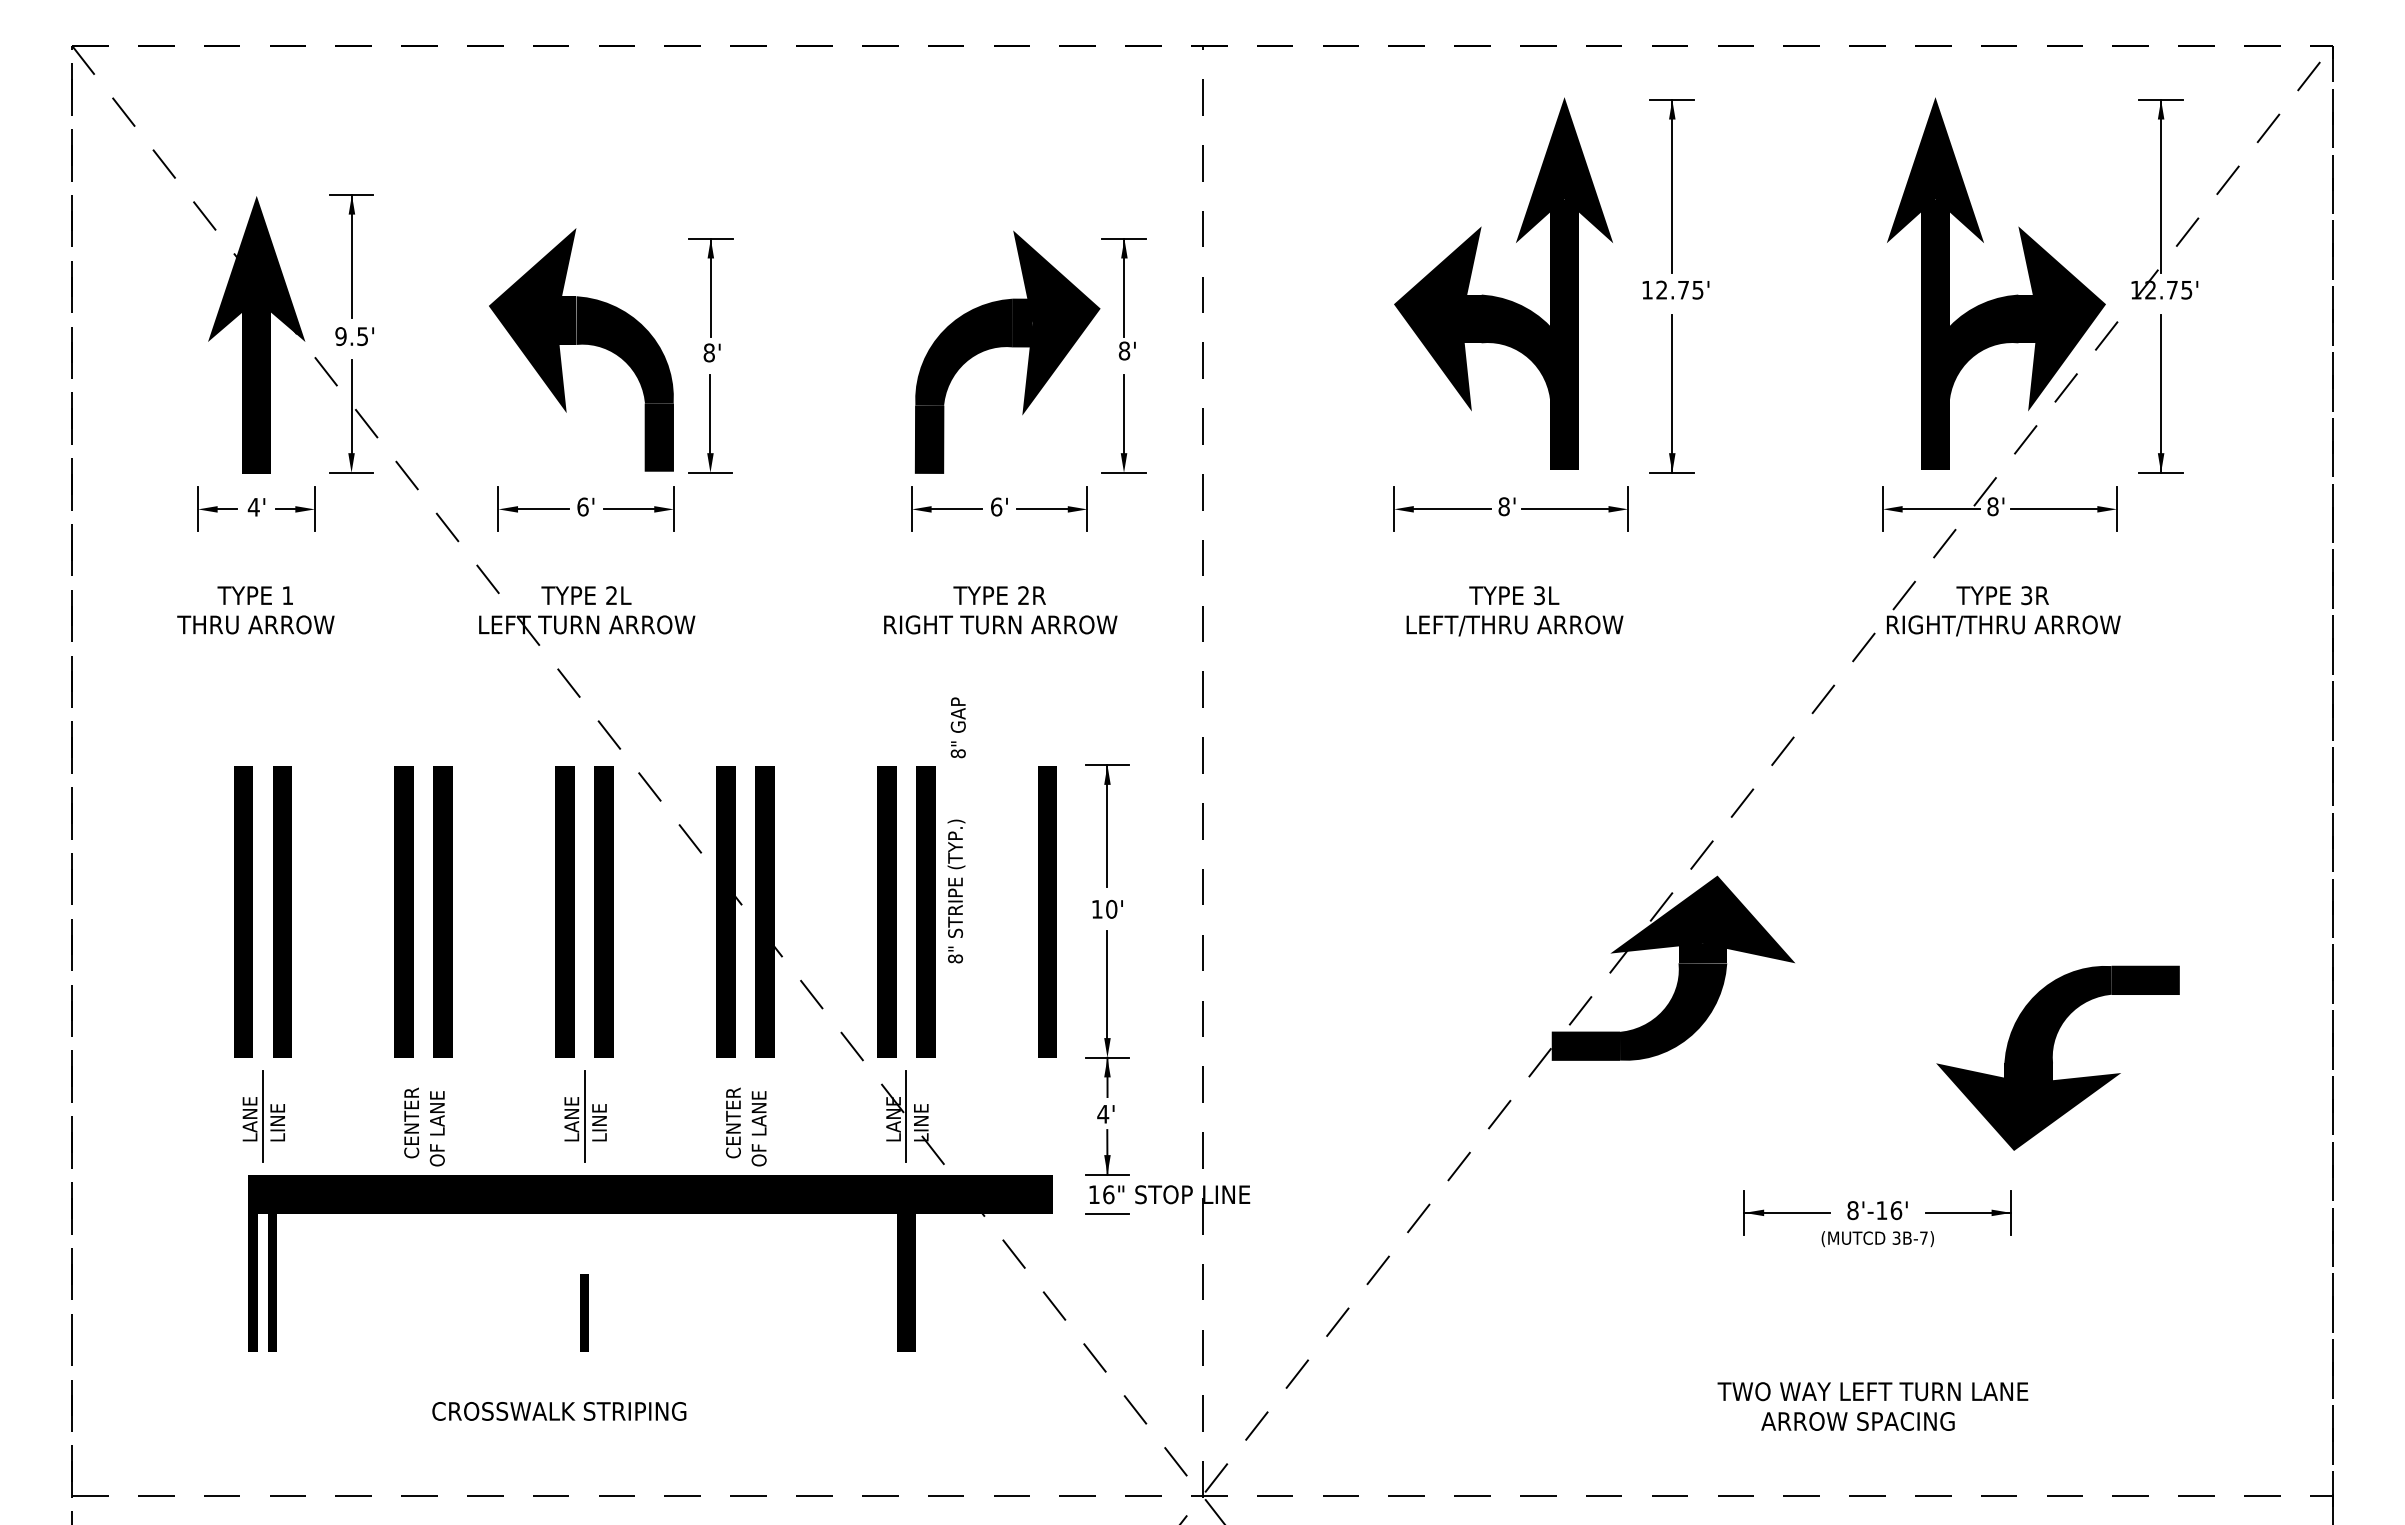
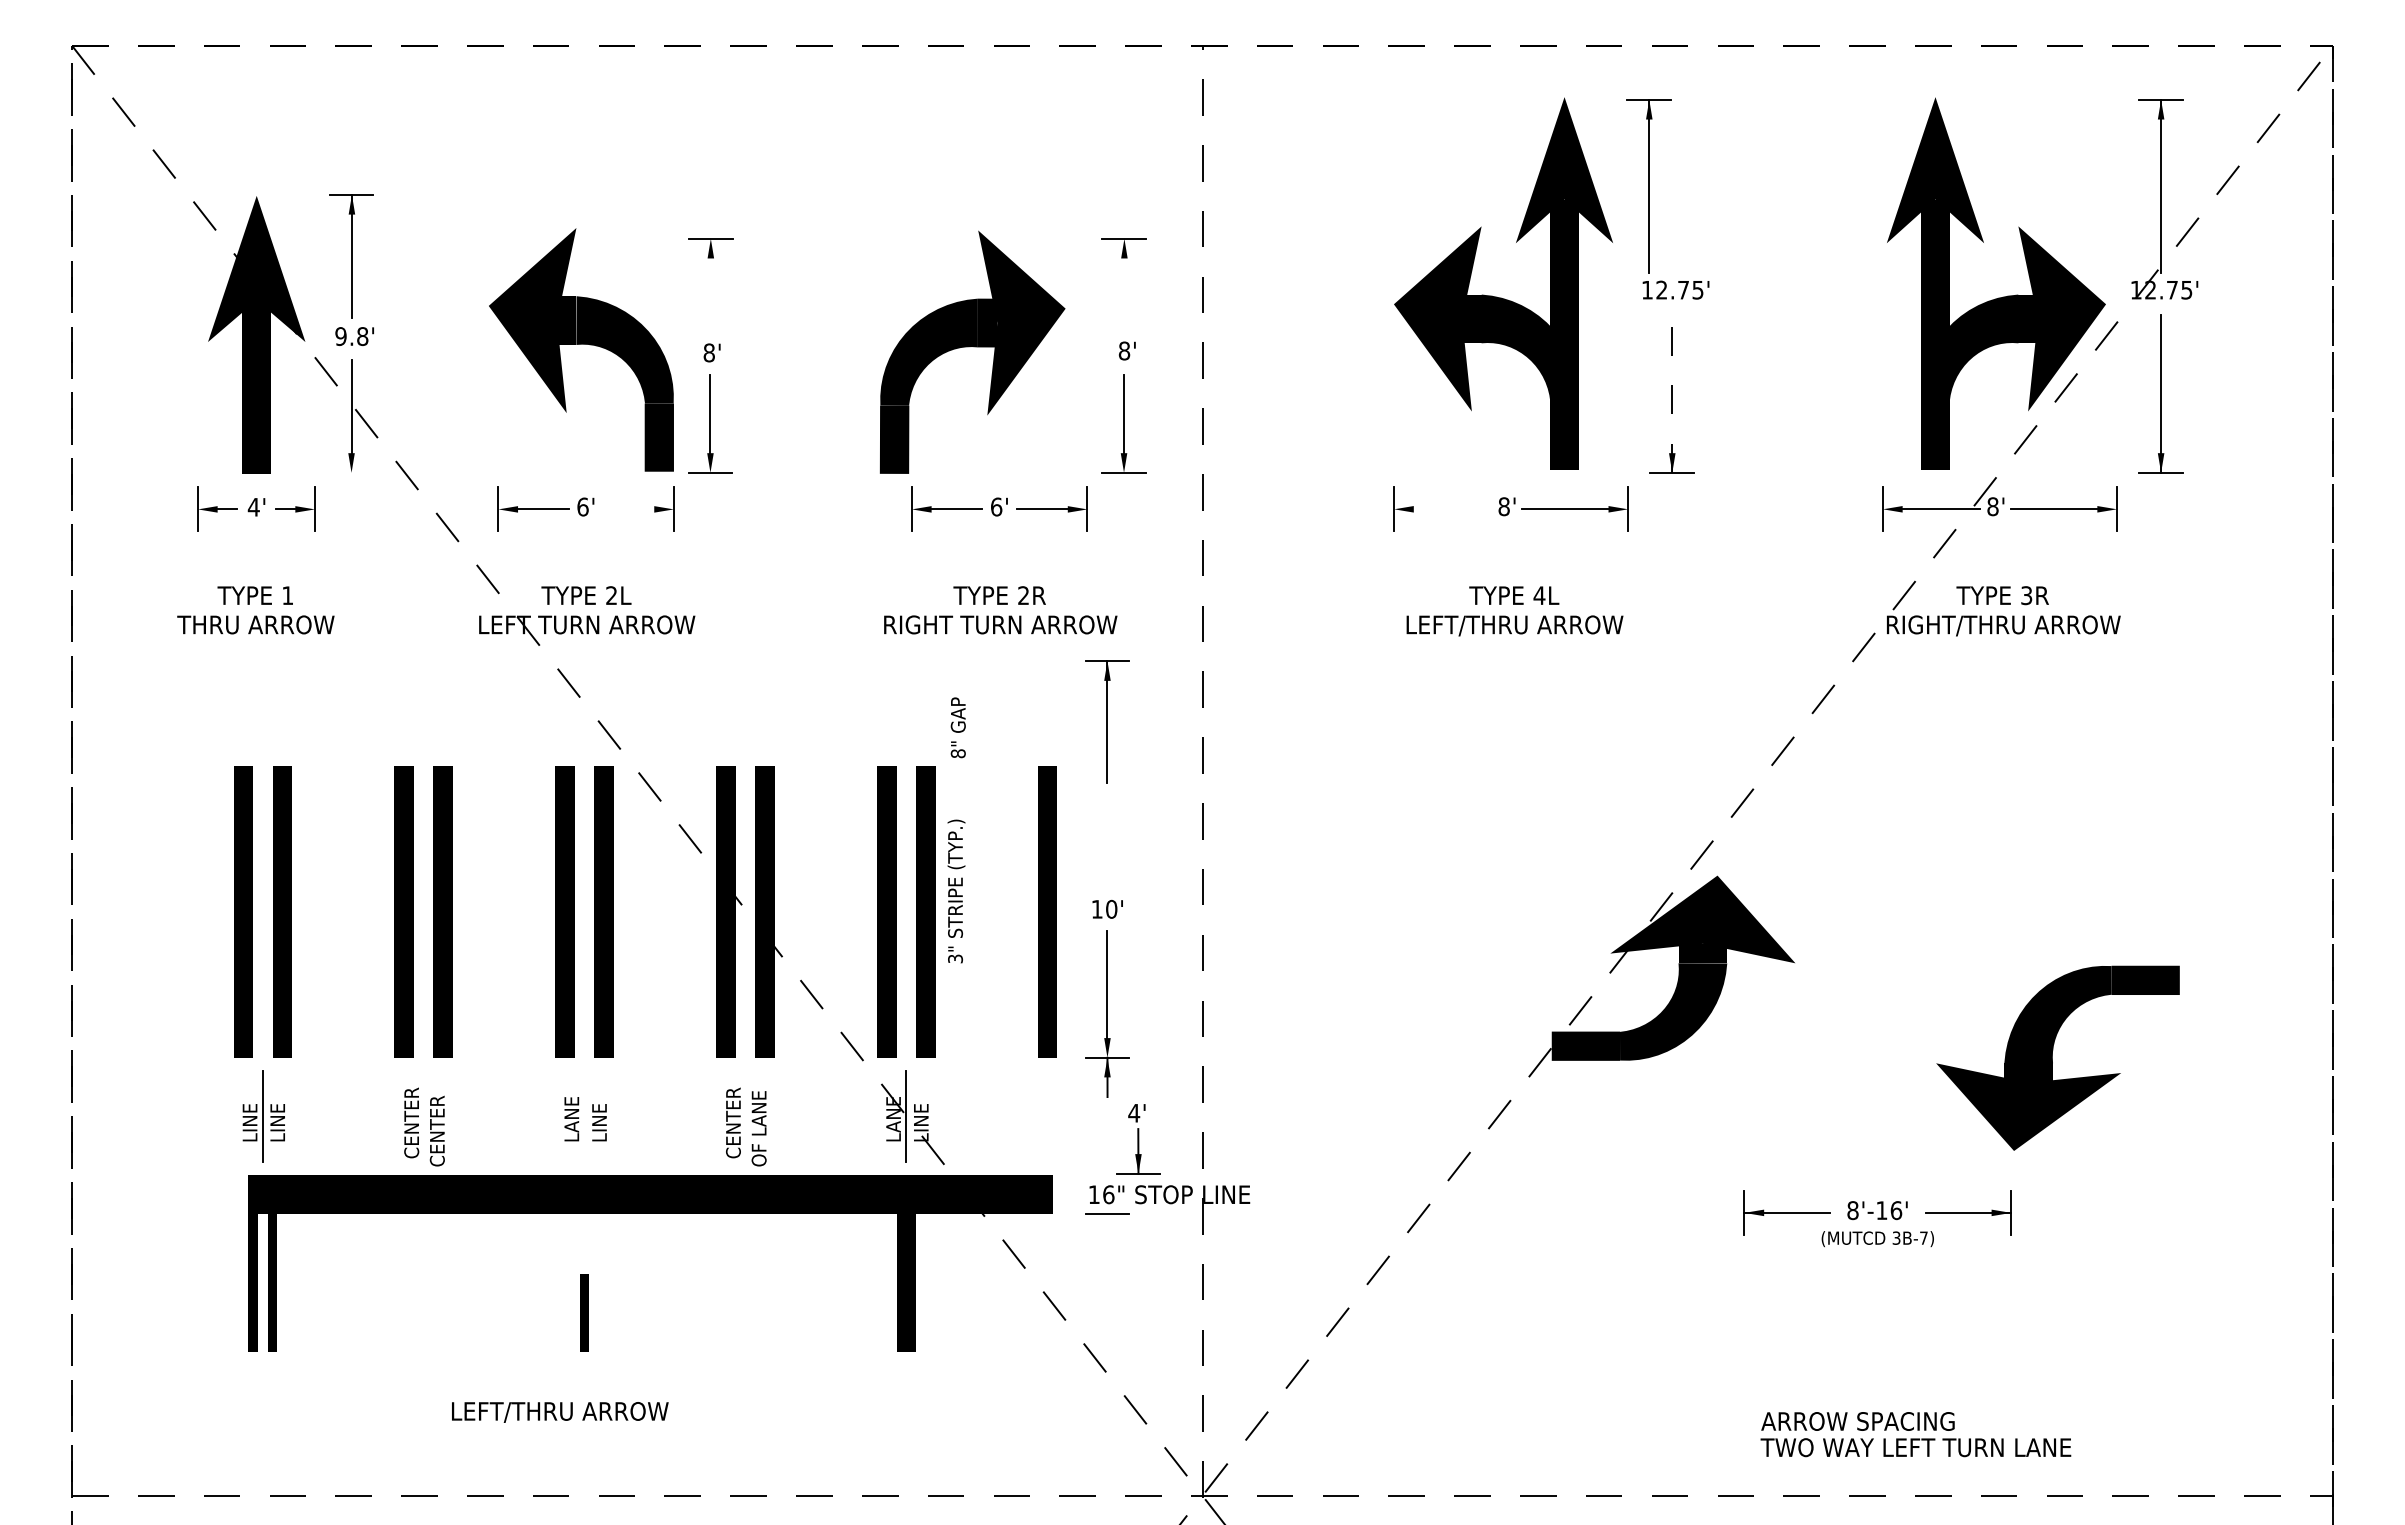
part at (1671, 186) position: (1671, 186) -> (1648, 186)
line at (710, 287): present -> none
line at (1124, 287): present -> none
text at (362, 336): 9.5' -> 9.8'
part at (1007, 351) position: (1007, 351) -> (972, 351)
line at (1672, 393): solid -> dashed
line at (351, 472): present -> none
line at (628, 509): present -> none
line at (1452, 509): present -> none
text at (1539, 595): 3L -> 4L
part at (1107, 825) position: (1107, 825) -> (1107, 721)
text at (955, 958): 8" -> 3"
text at (249, 1114): LANE -> LINE
line at (584, 1116): present -> none
text at (437, 1126): OF LANE -> CENTER
part at (1107, 1140) position: (1107, 1140) -> (1138, 1139)
text at (1872, 1391) position: (1872, 1391) -> (1915, 1447)
text at (559, 1412): CROSSWALK STRIPING -> LEFT/THRU ARROW
